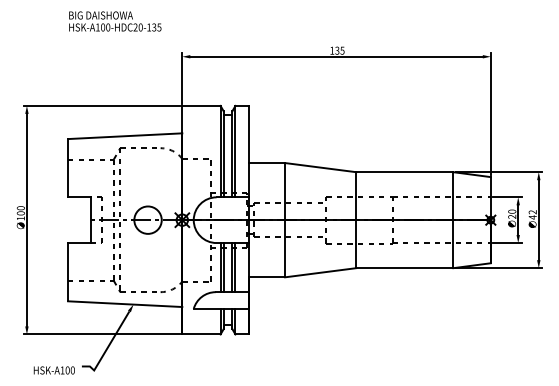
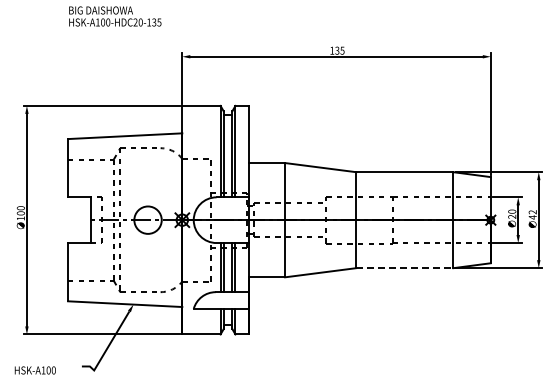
text at (115, 21) position: (115, 21) -> (115, 16)
line at (404, 268): solid -> dashed
text at (53, 370) position: (53, 370) -> (34, 370)
